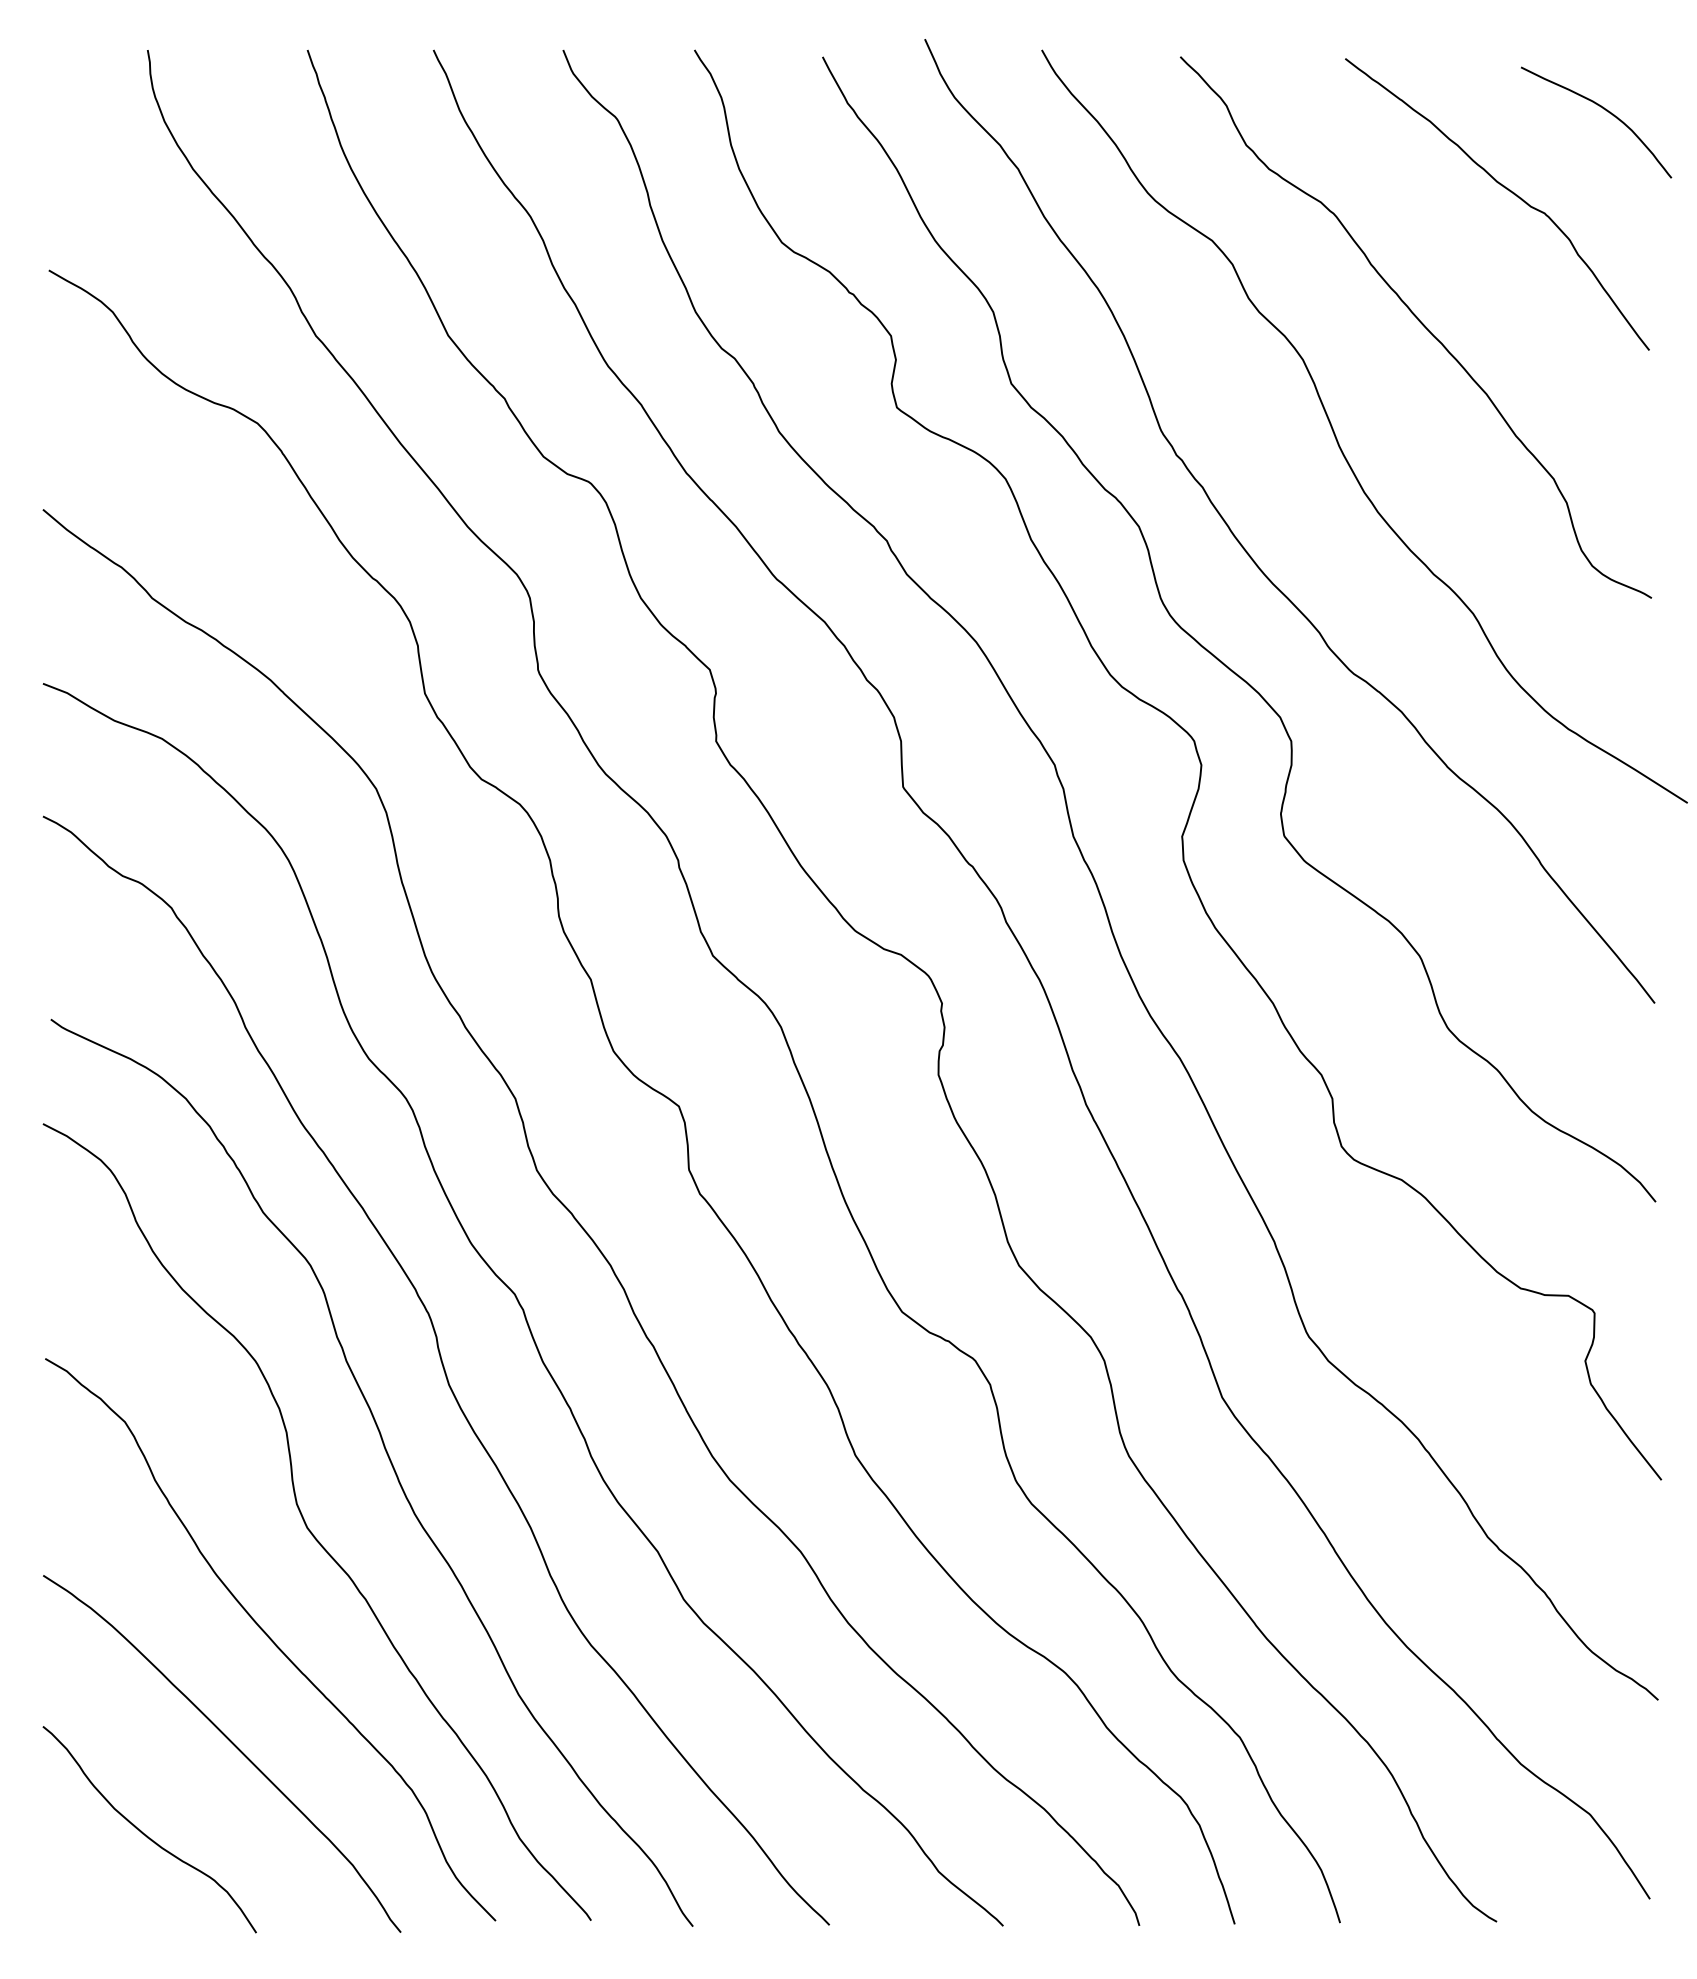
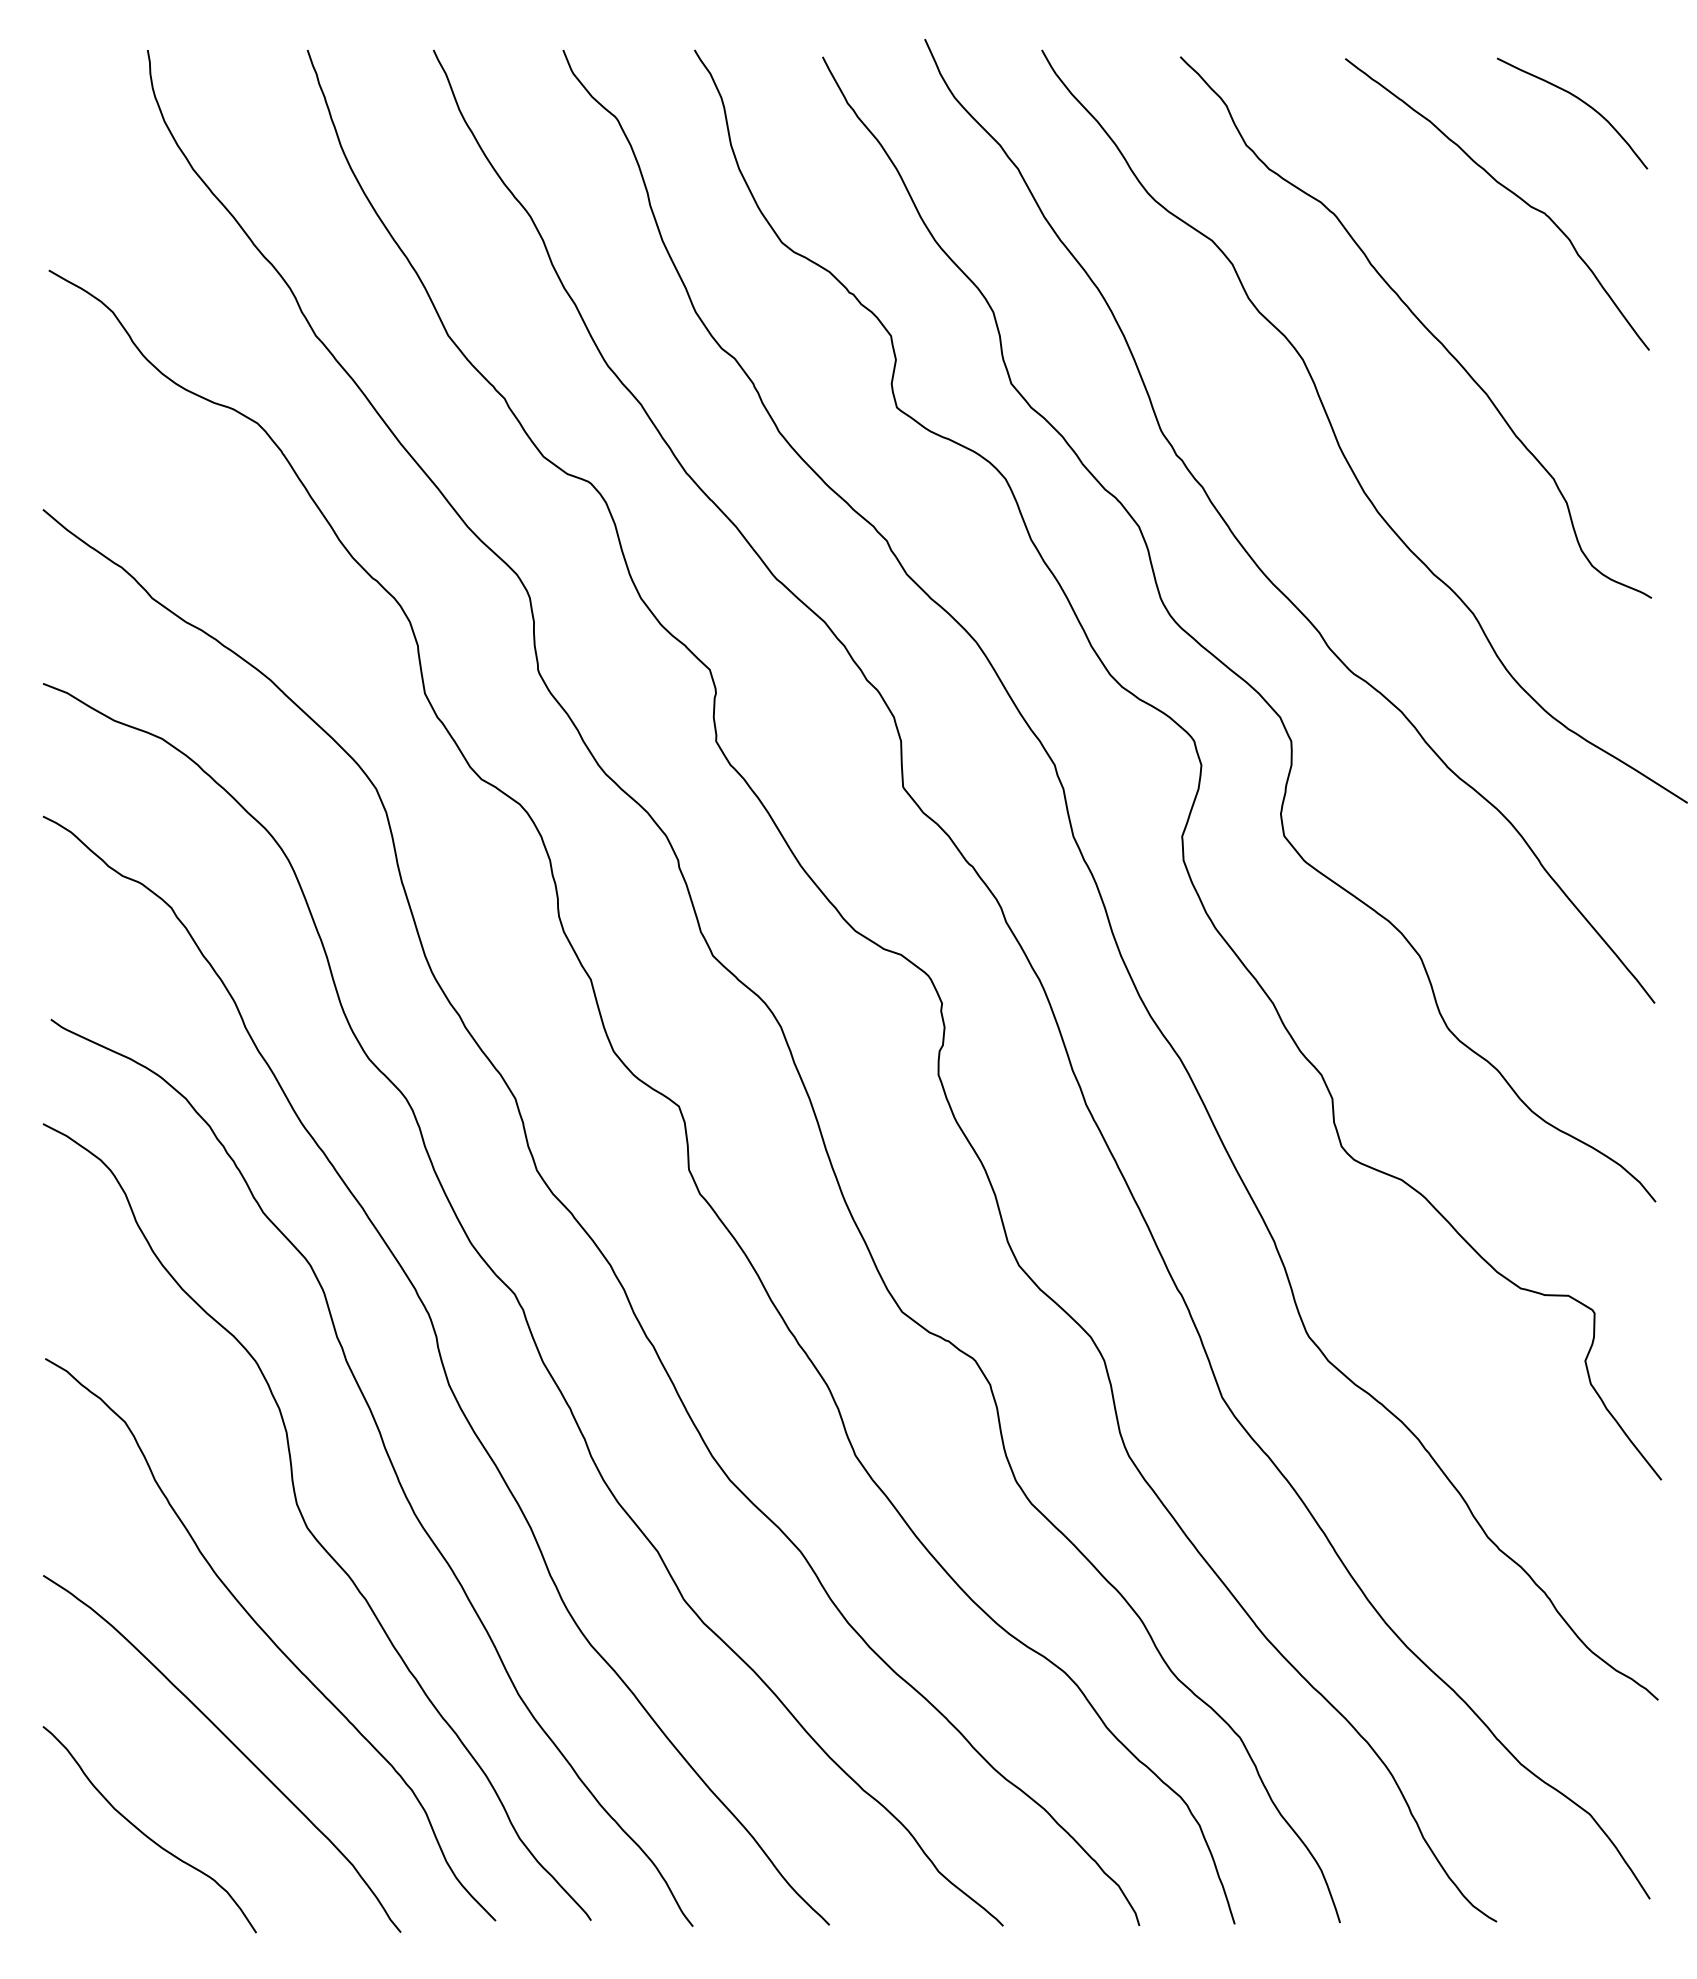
curve at (1603, 109) position: (1603, 109) -> (1579, 100)
